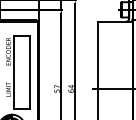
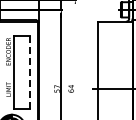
line at (75, 59): present -> none
line at (30, 72): solid -> dashed
